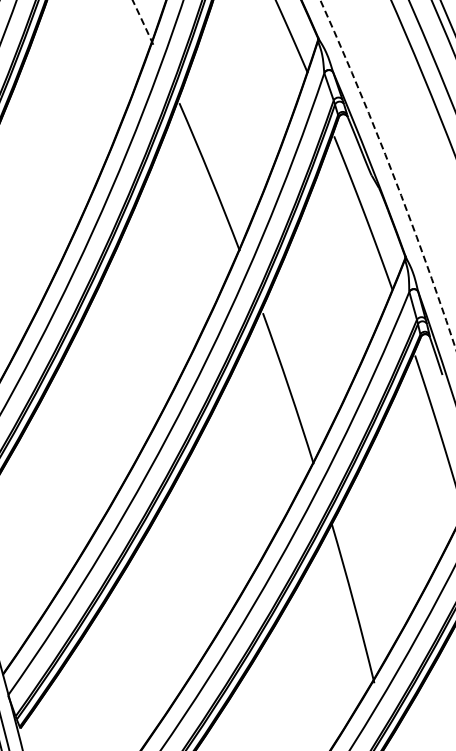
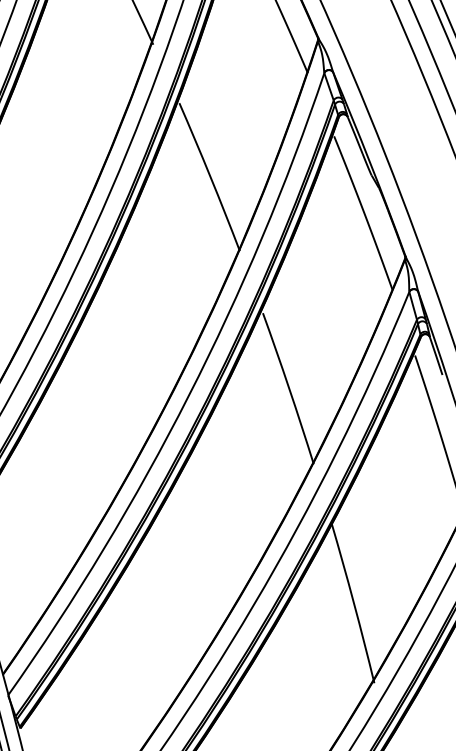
arc at (142, 22): dashed -> solid
arc at (392, 172): dashed -> solid
